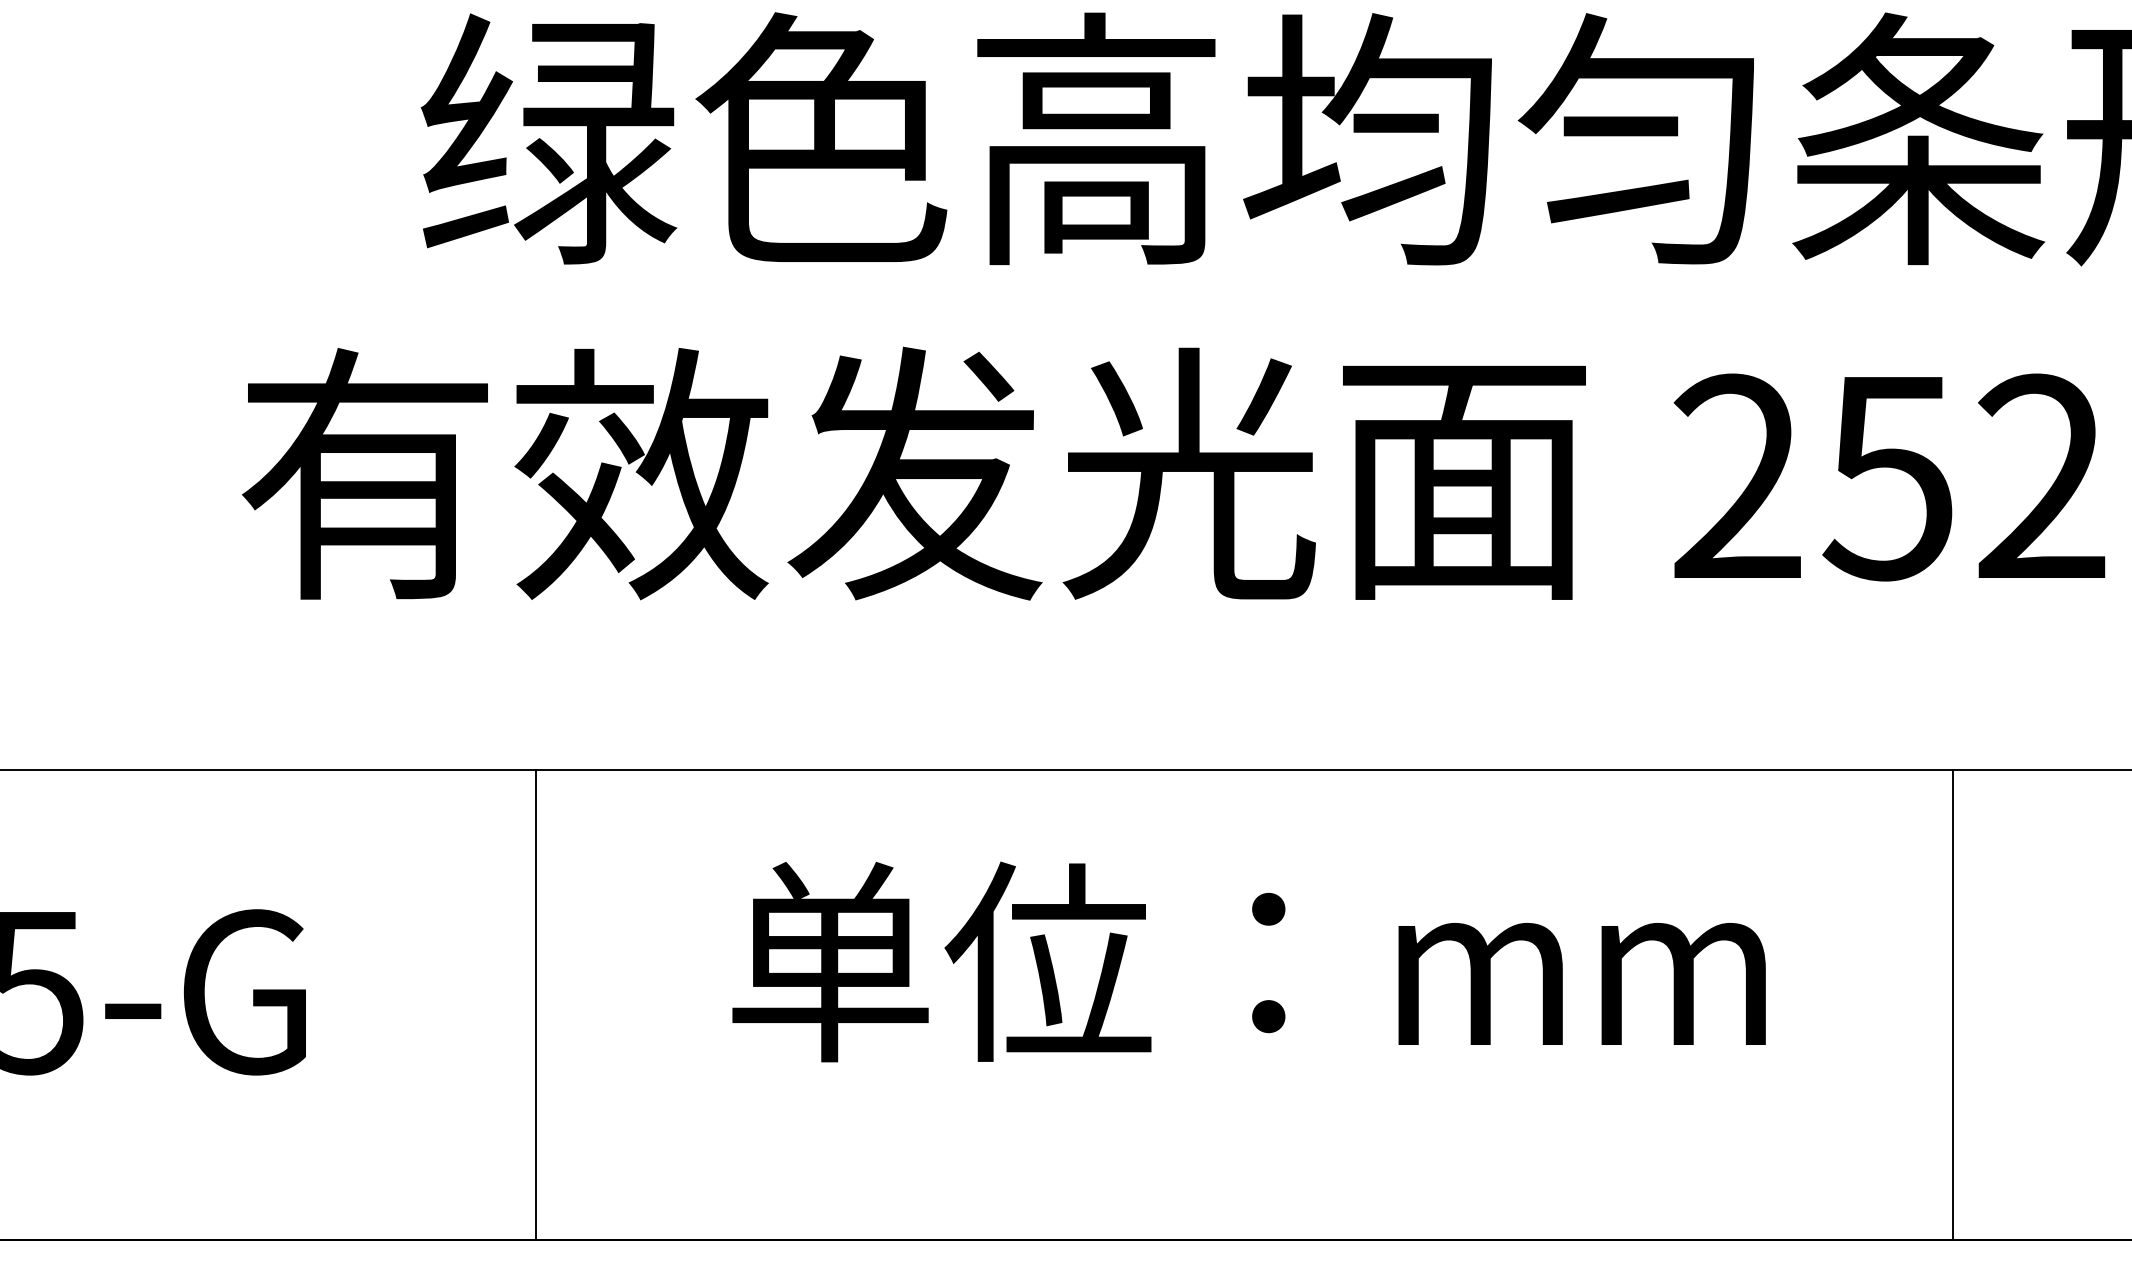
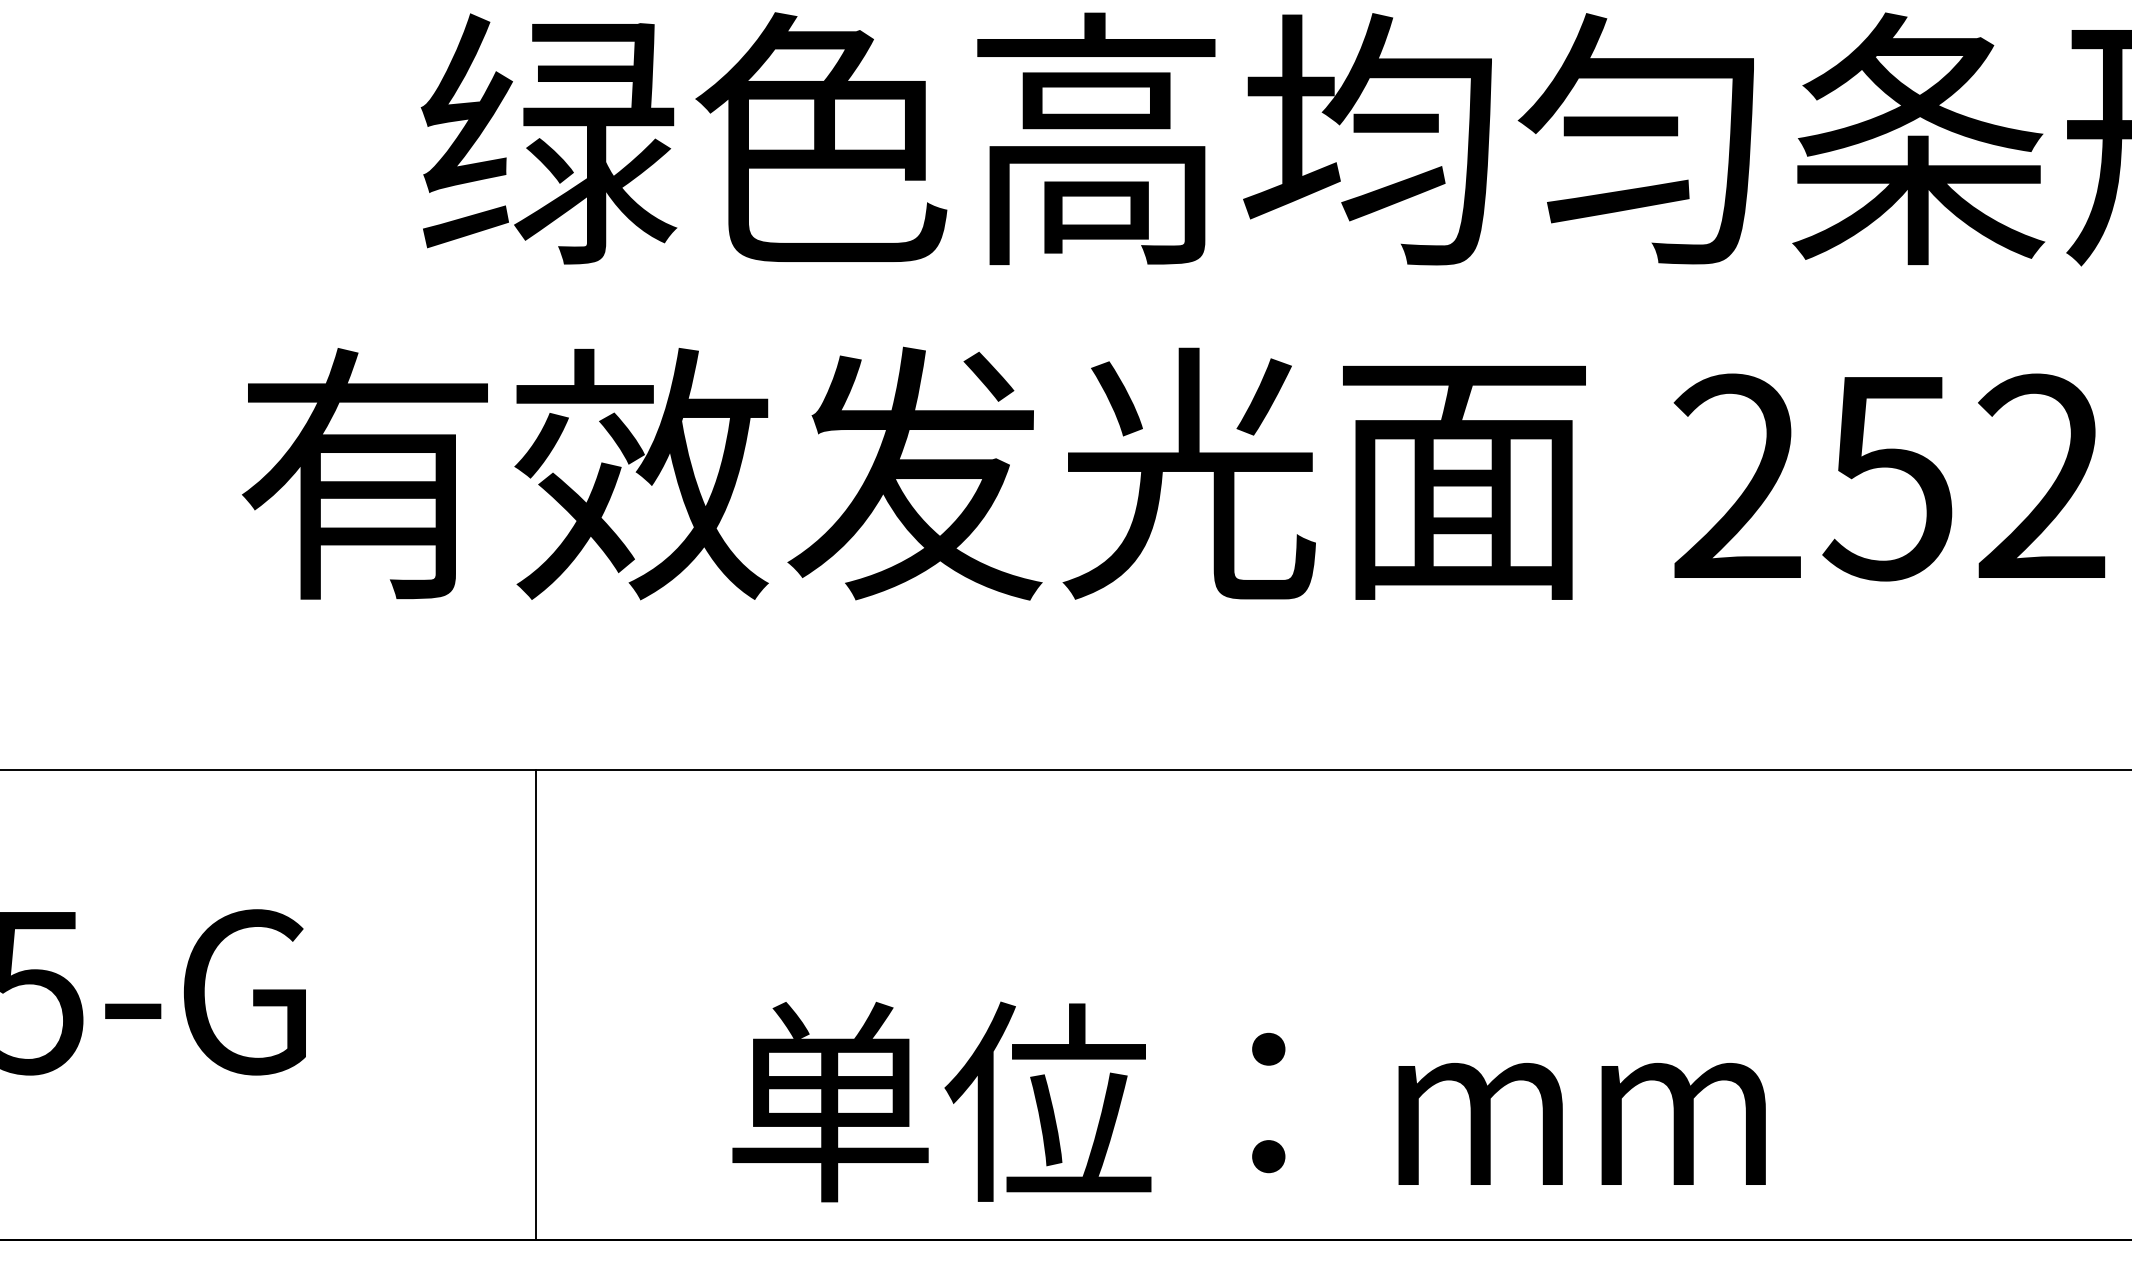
text at (1248, 961) position: (1248, 961) -> (1248, 1101)
line at (1952, 1004): present -> none
